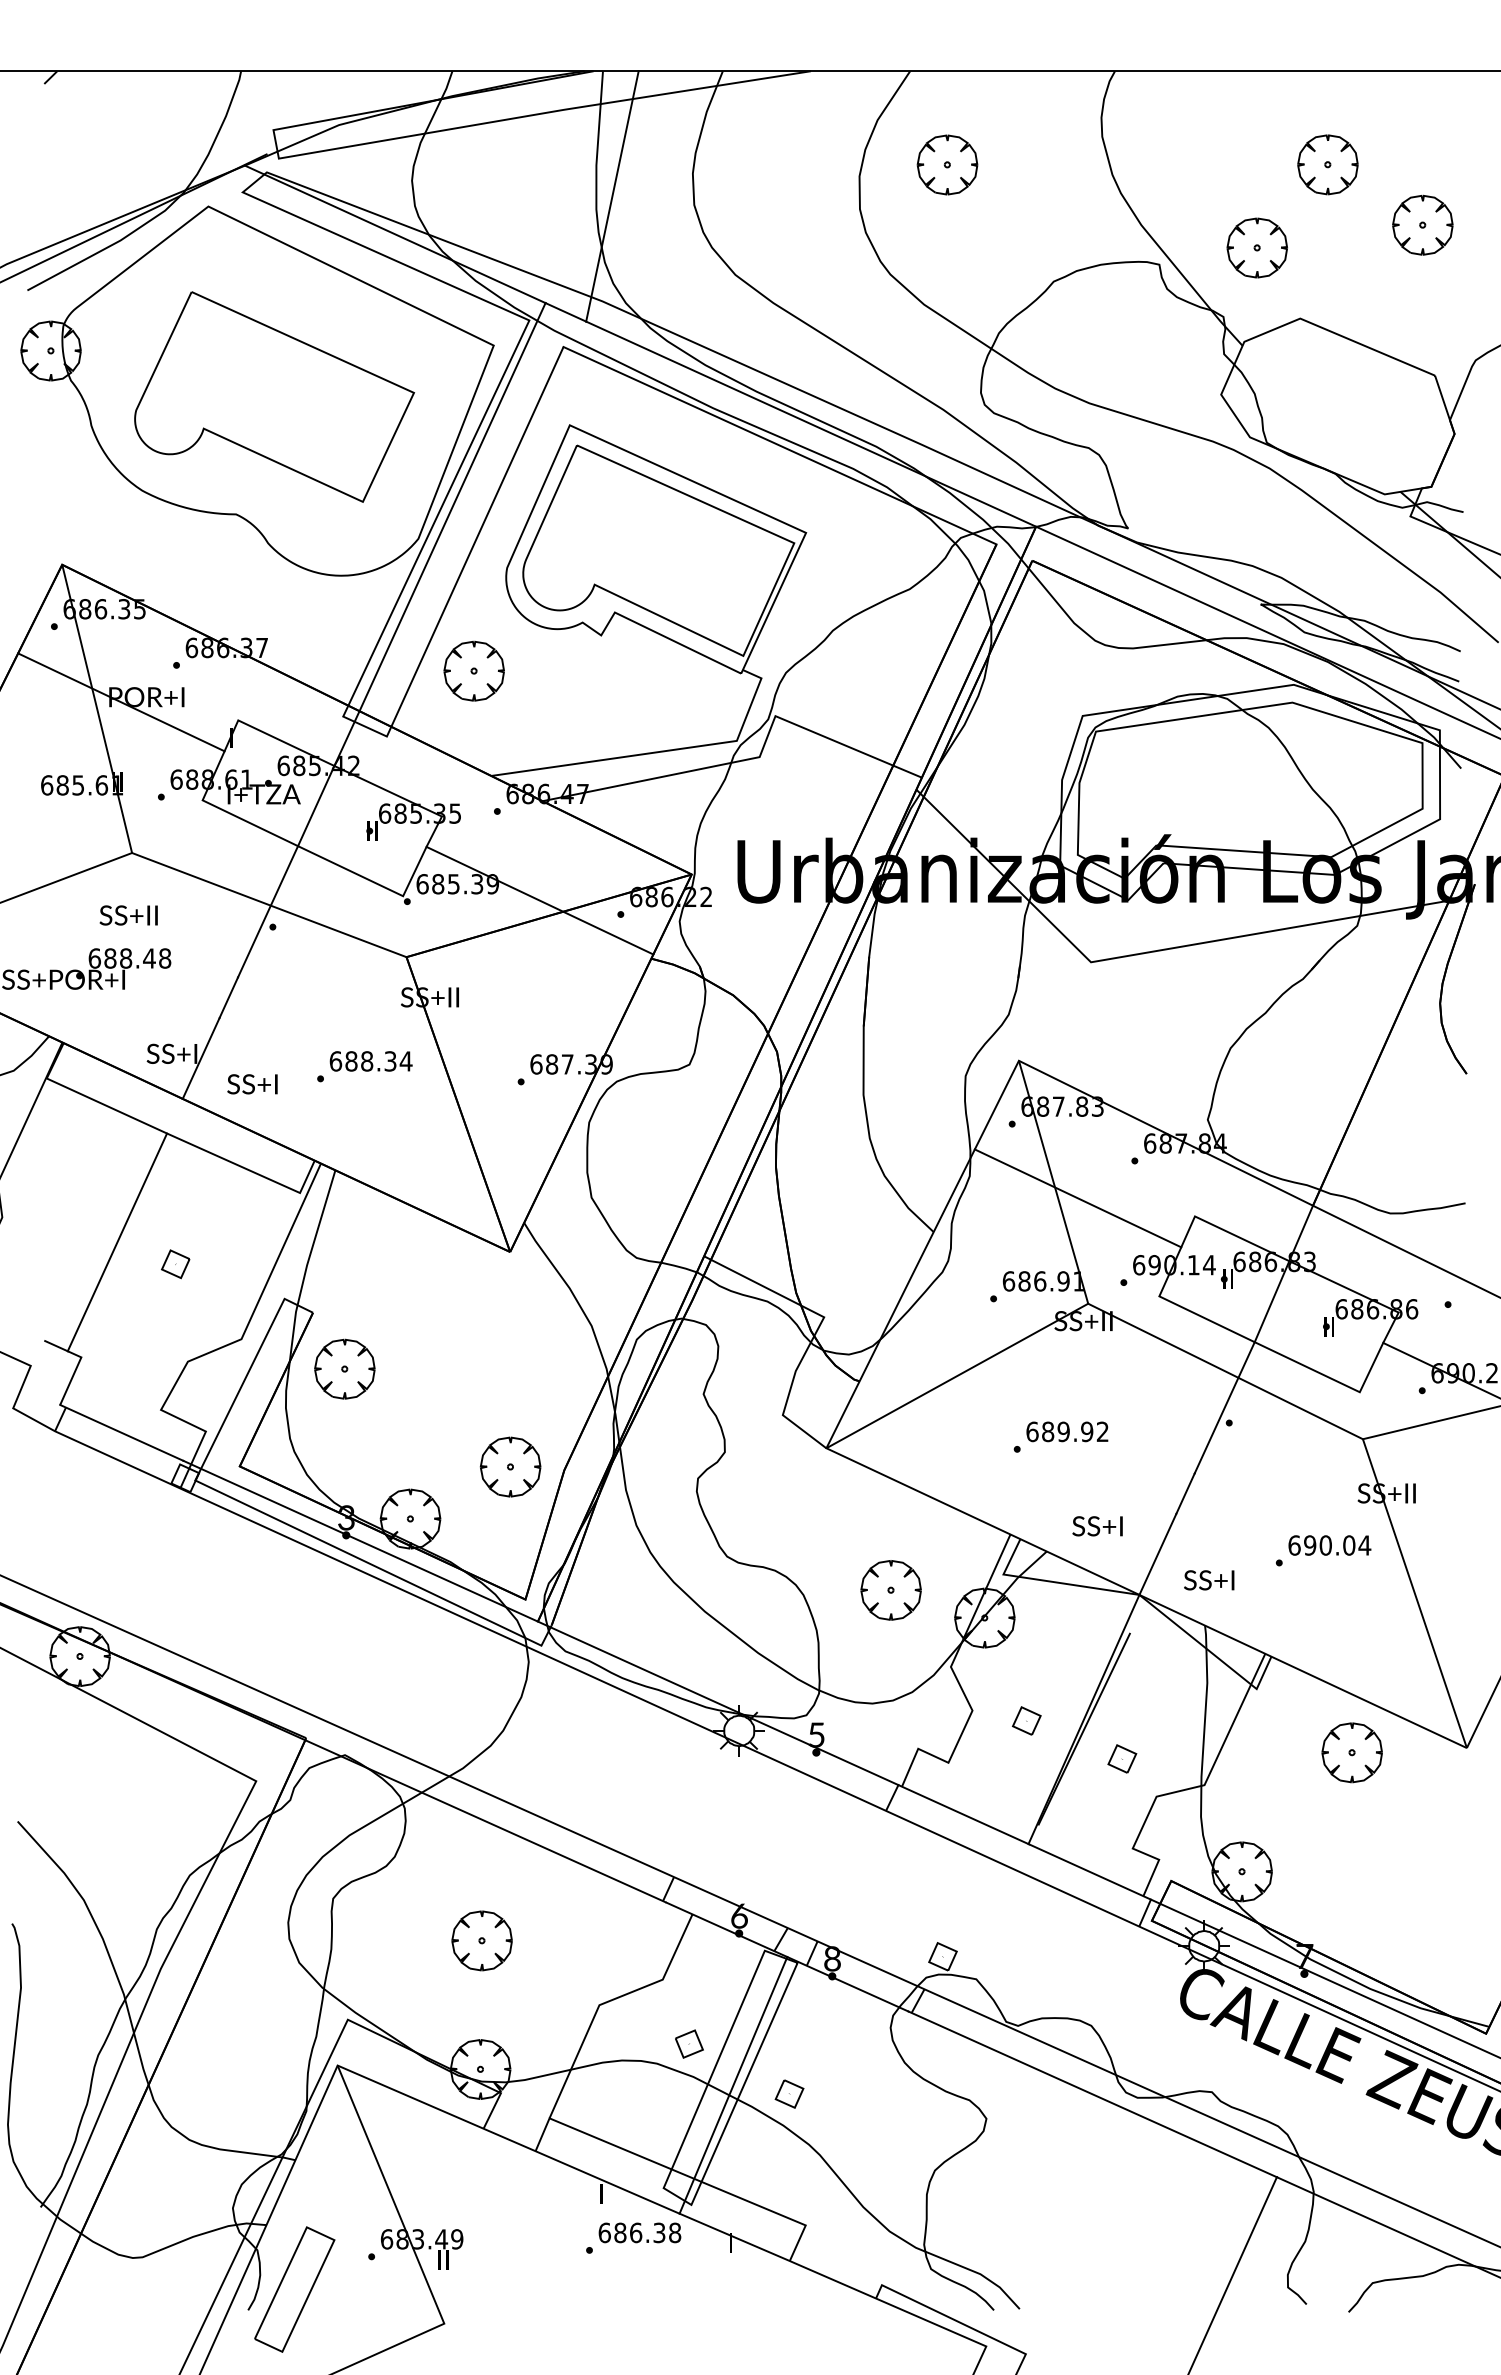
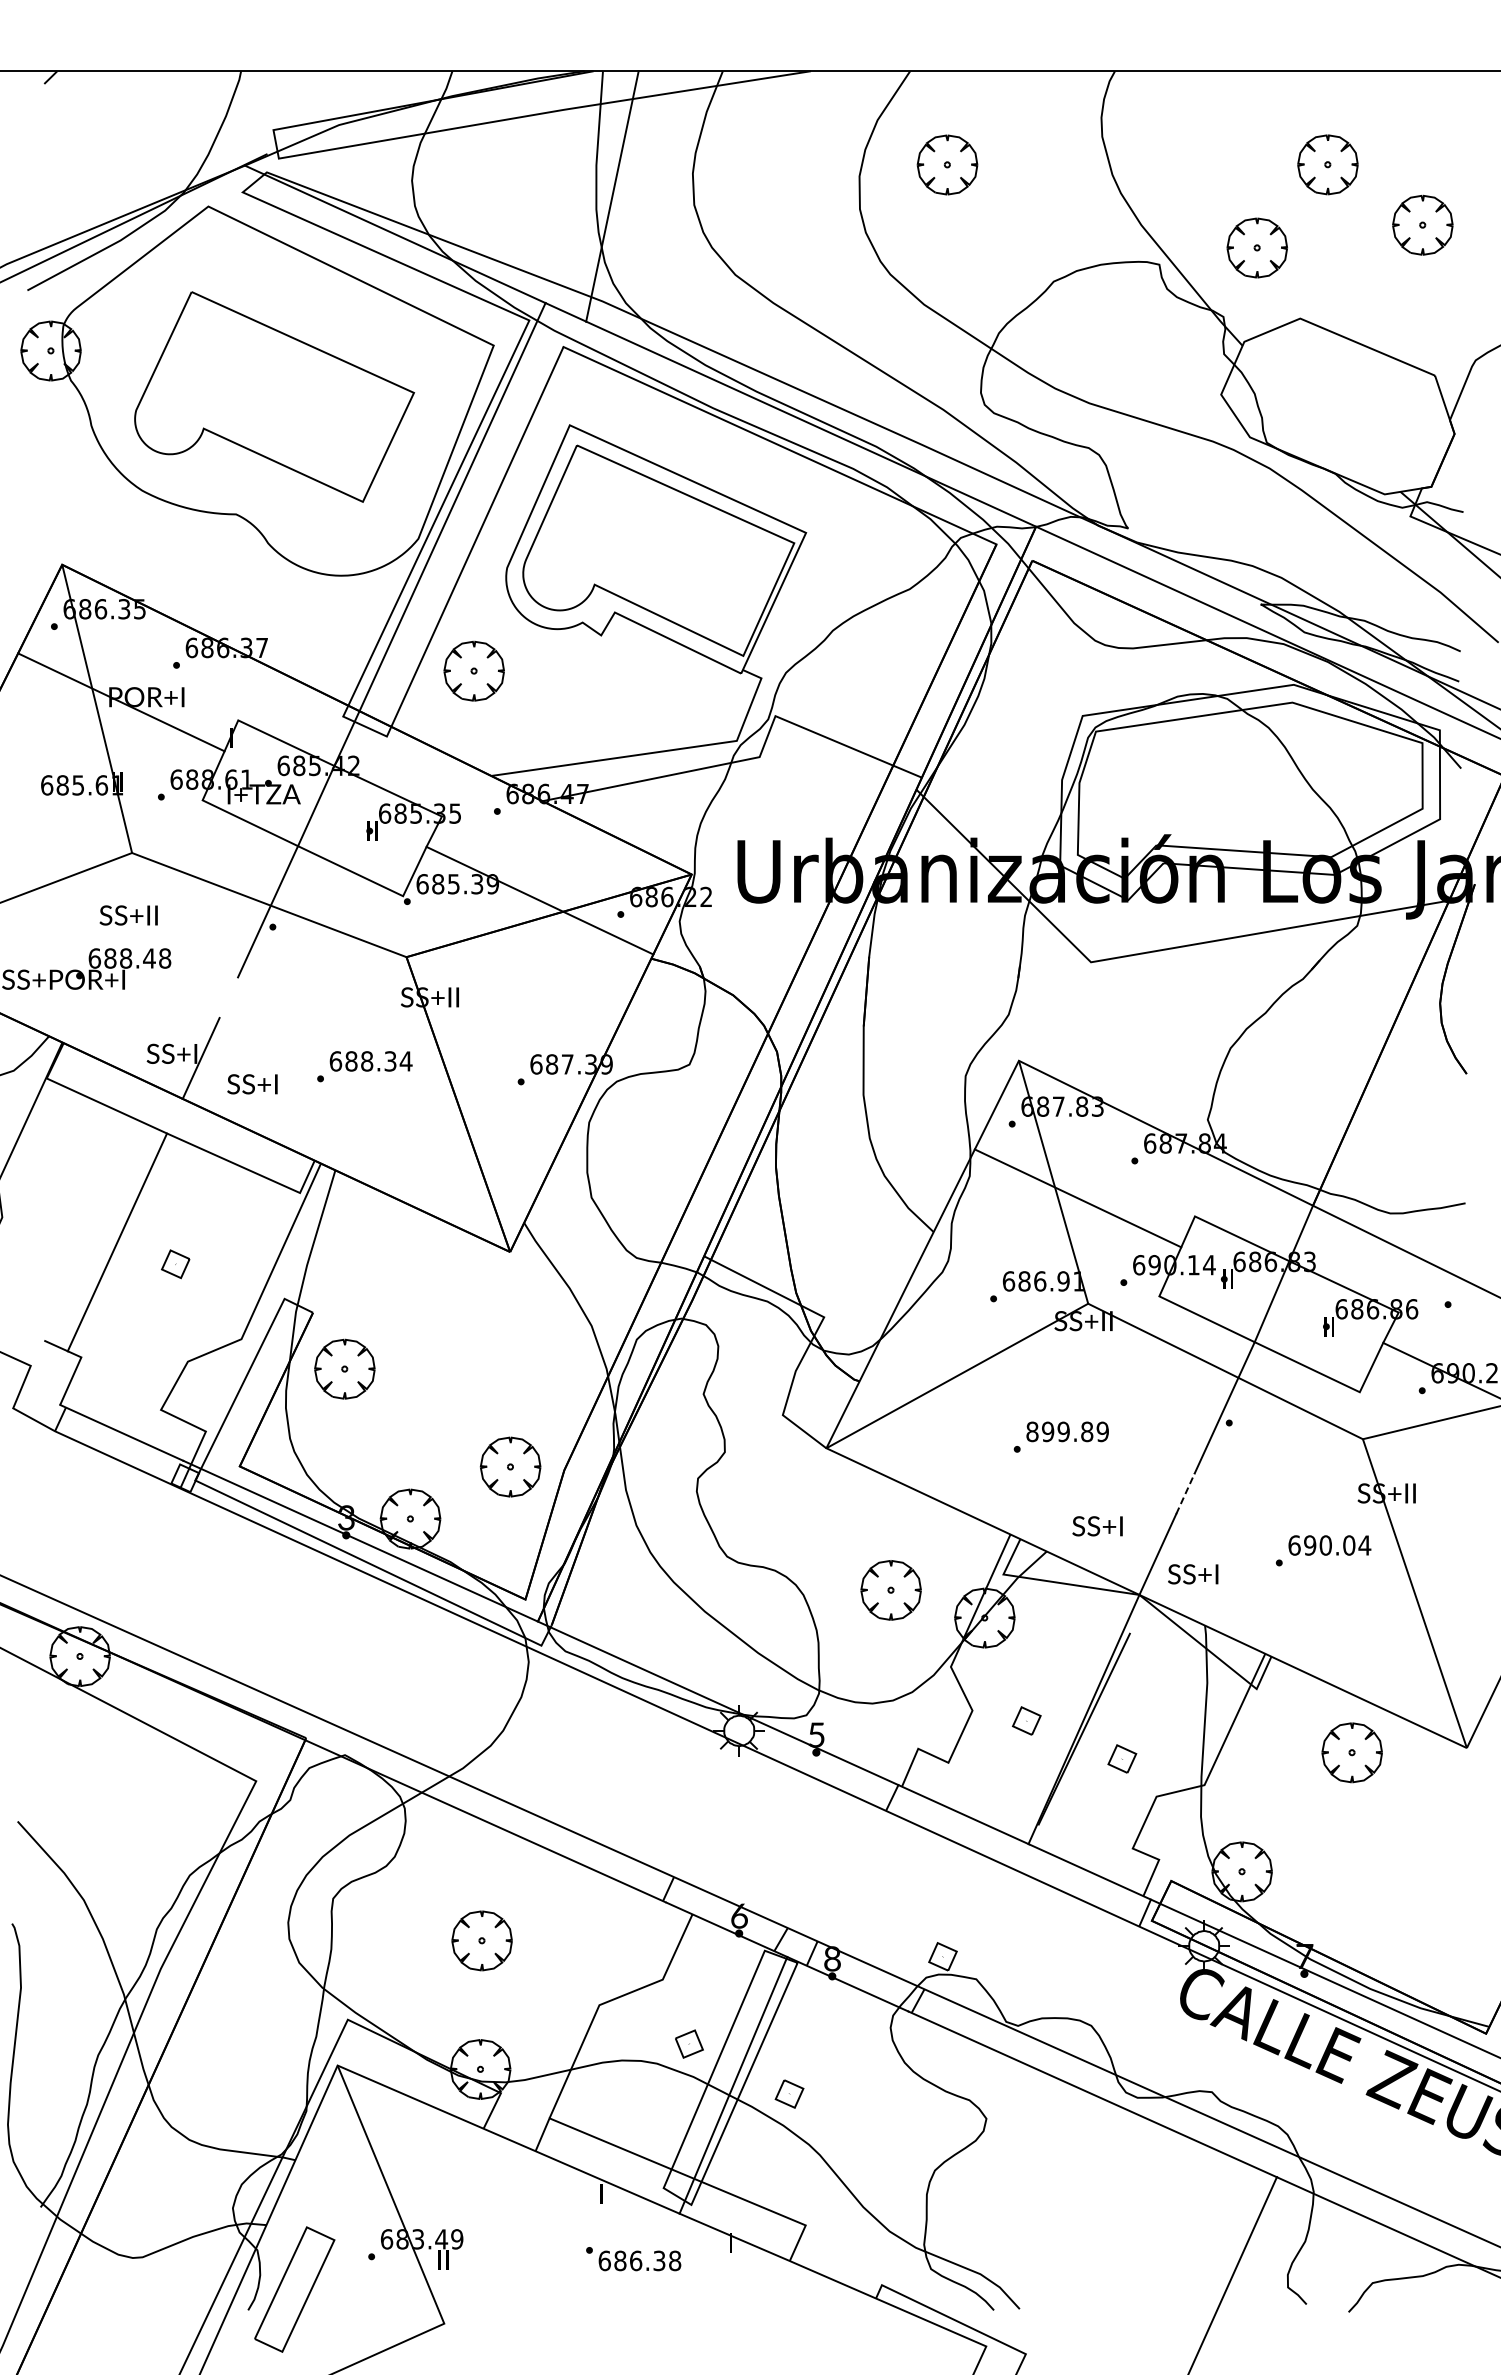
line at (228, 997): present -> none
text at (1067, 1431): 689.92 -> 899.89
line at (1185, 1493): solid -> dashed
text at (1209, 1580) position: (1209, 1580) -> (1193, 1574)
text at (639, 2232) position: (639, 2232) -> (639, 2260)
